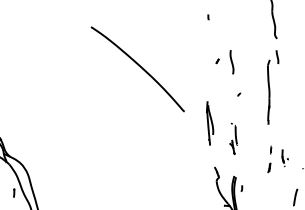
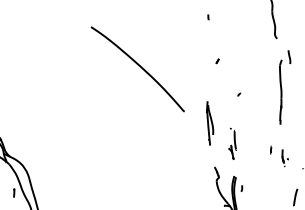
line at (231, 62): present -> none
part at (273, 87) position: (273, 87) -> (285, 87)
part at (233, 138) position: (233, 138) -> (232, 143)
part at (269, 167): present -> none
